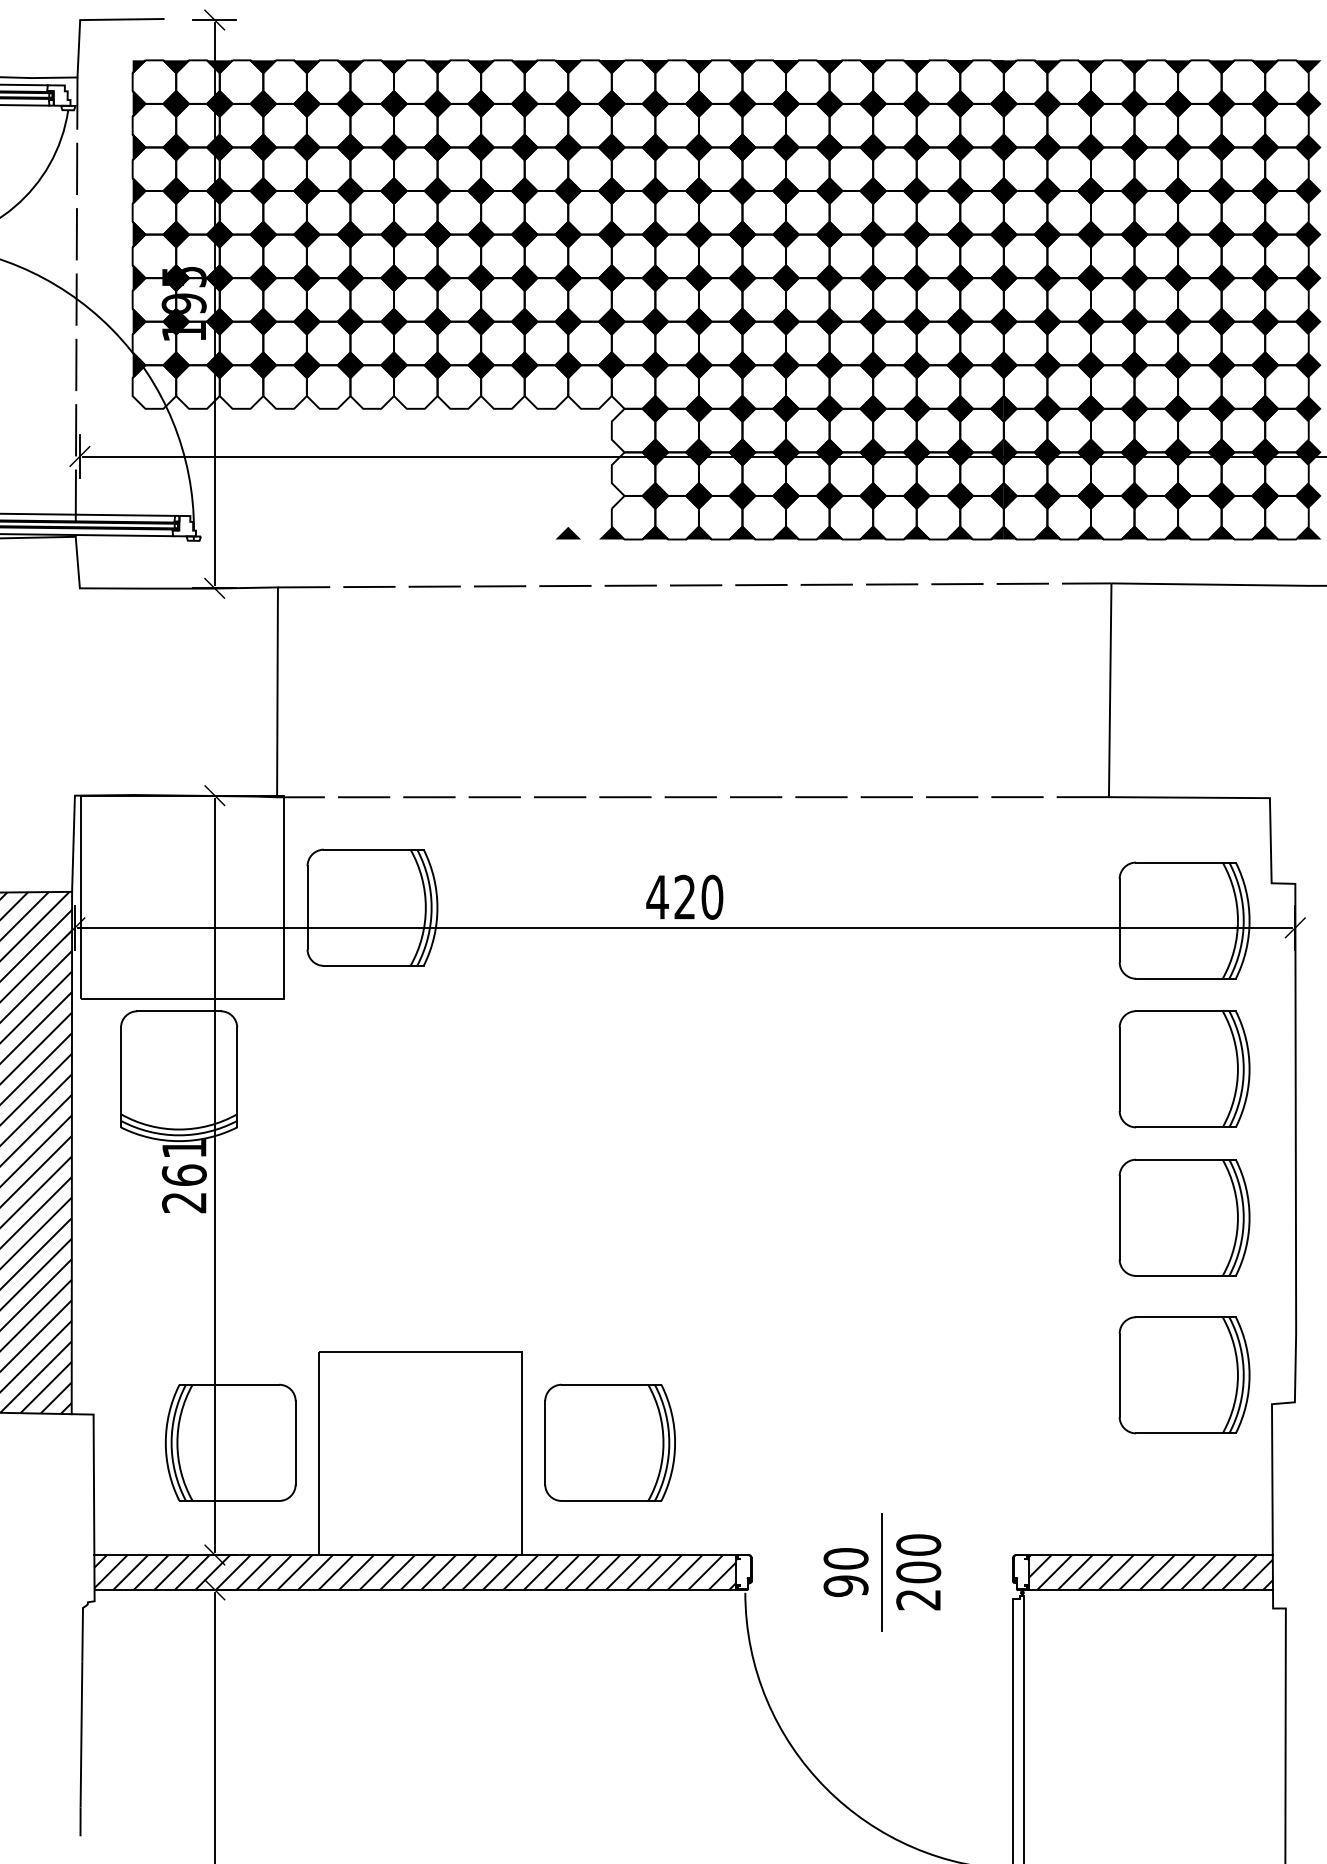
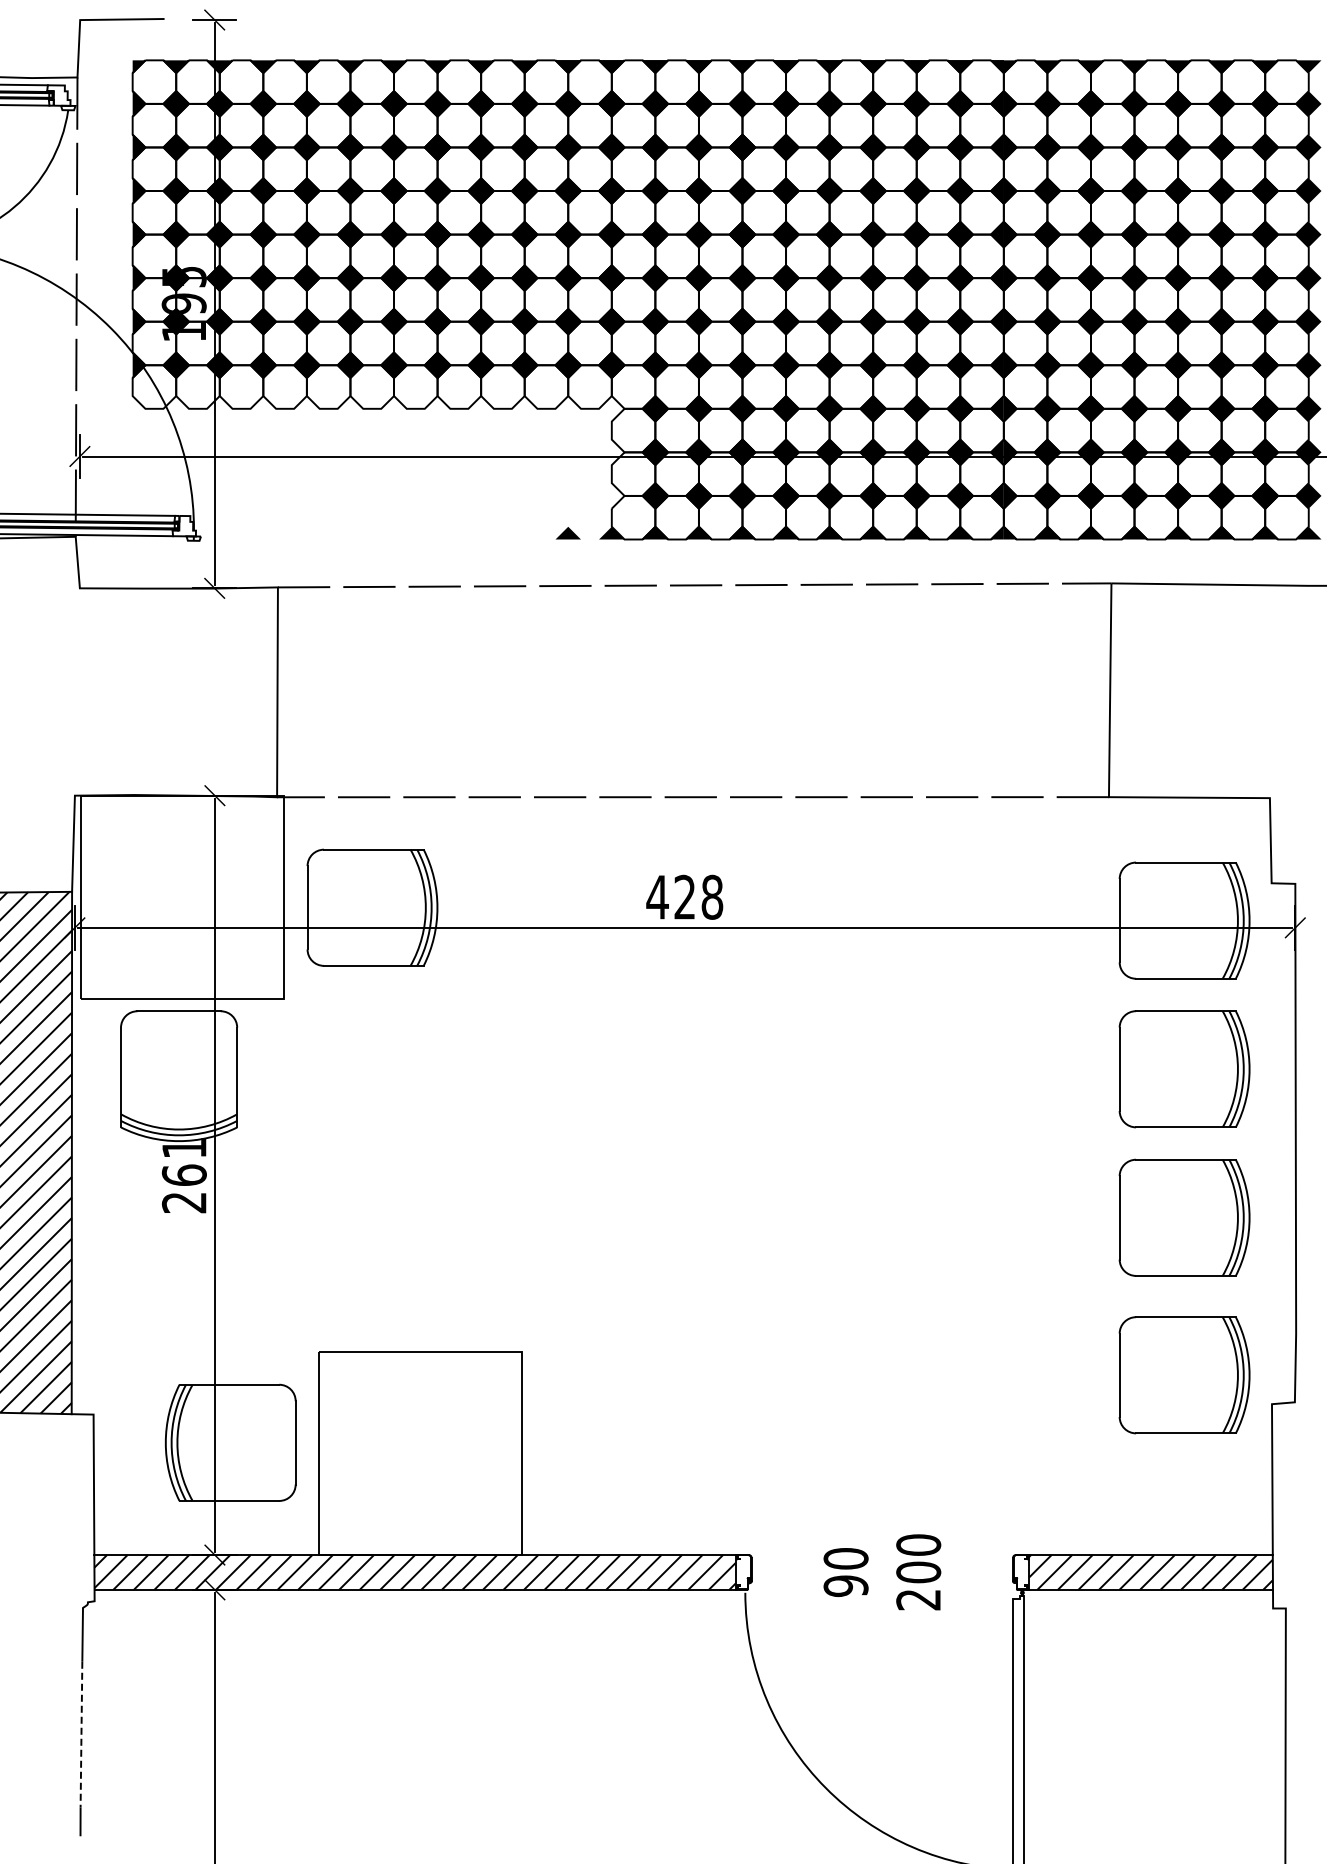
text at (712, 897): 420 -> 428
part at (609, 1442): present -> none
line at (882, 1572): present -> none
line at (81, 1734): solid -> dashed
